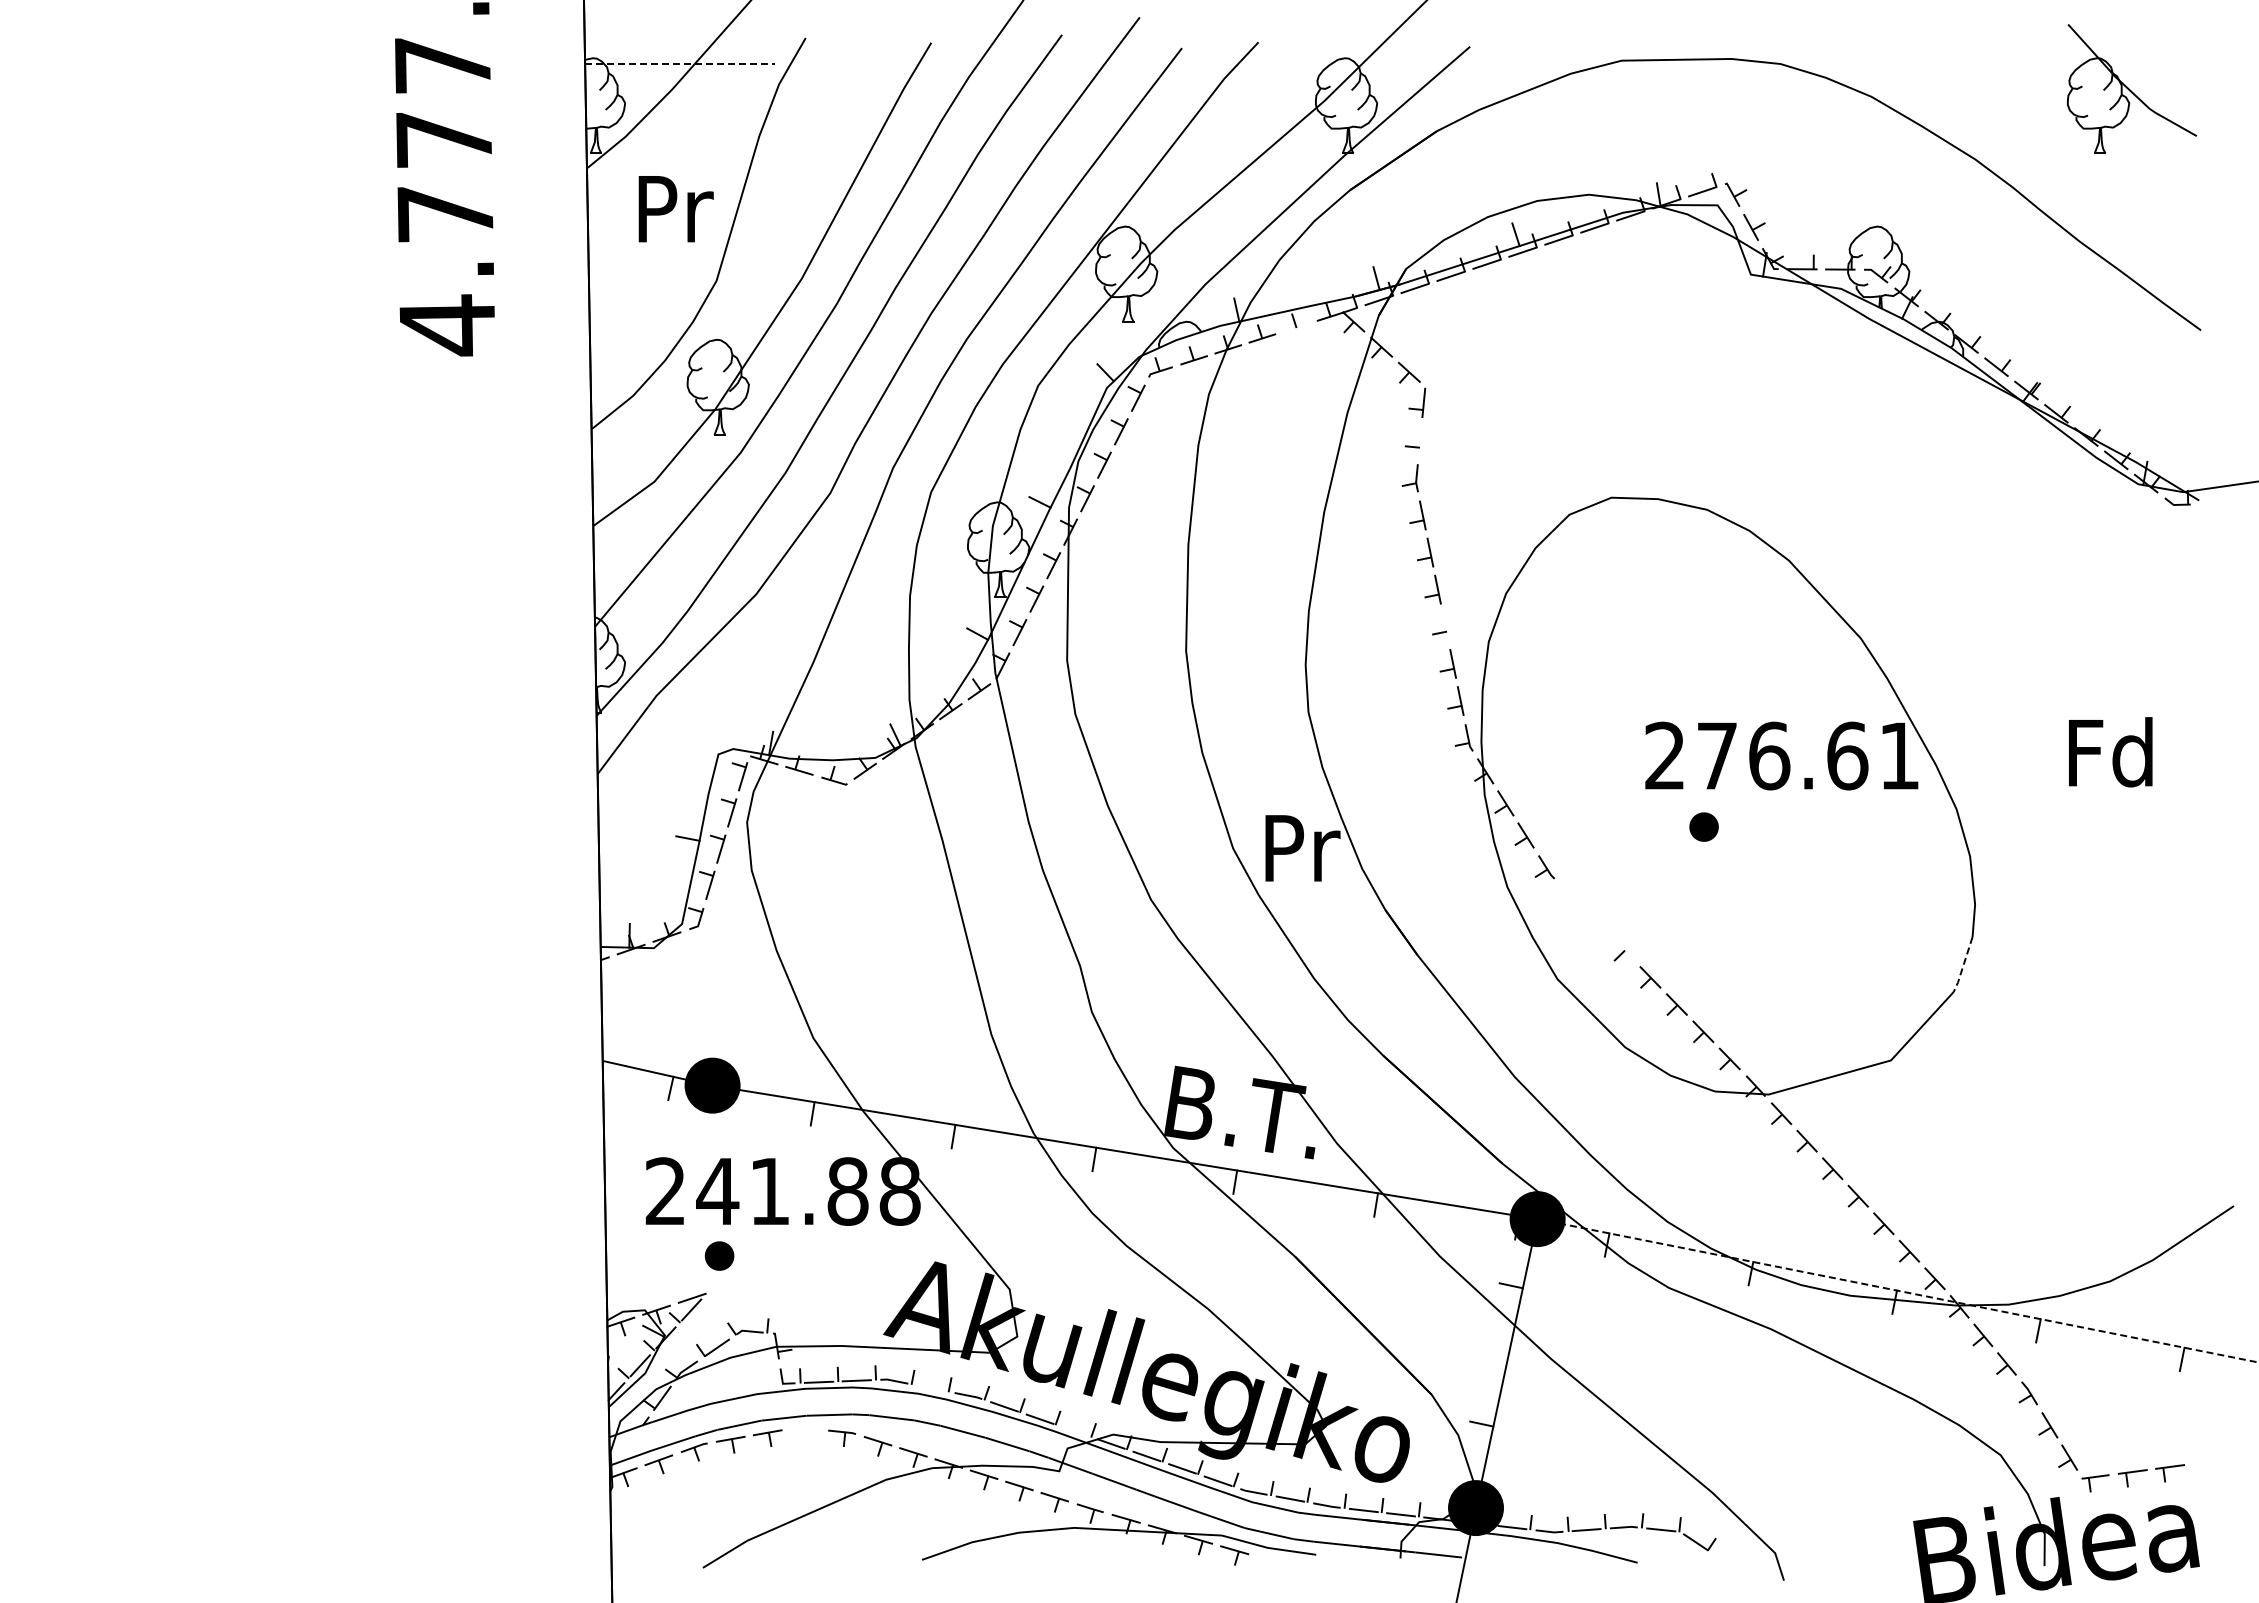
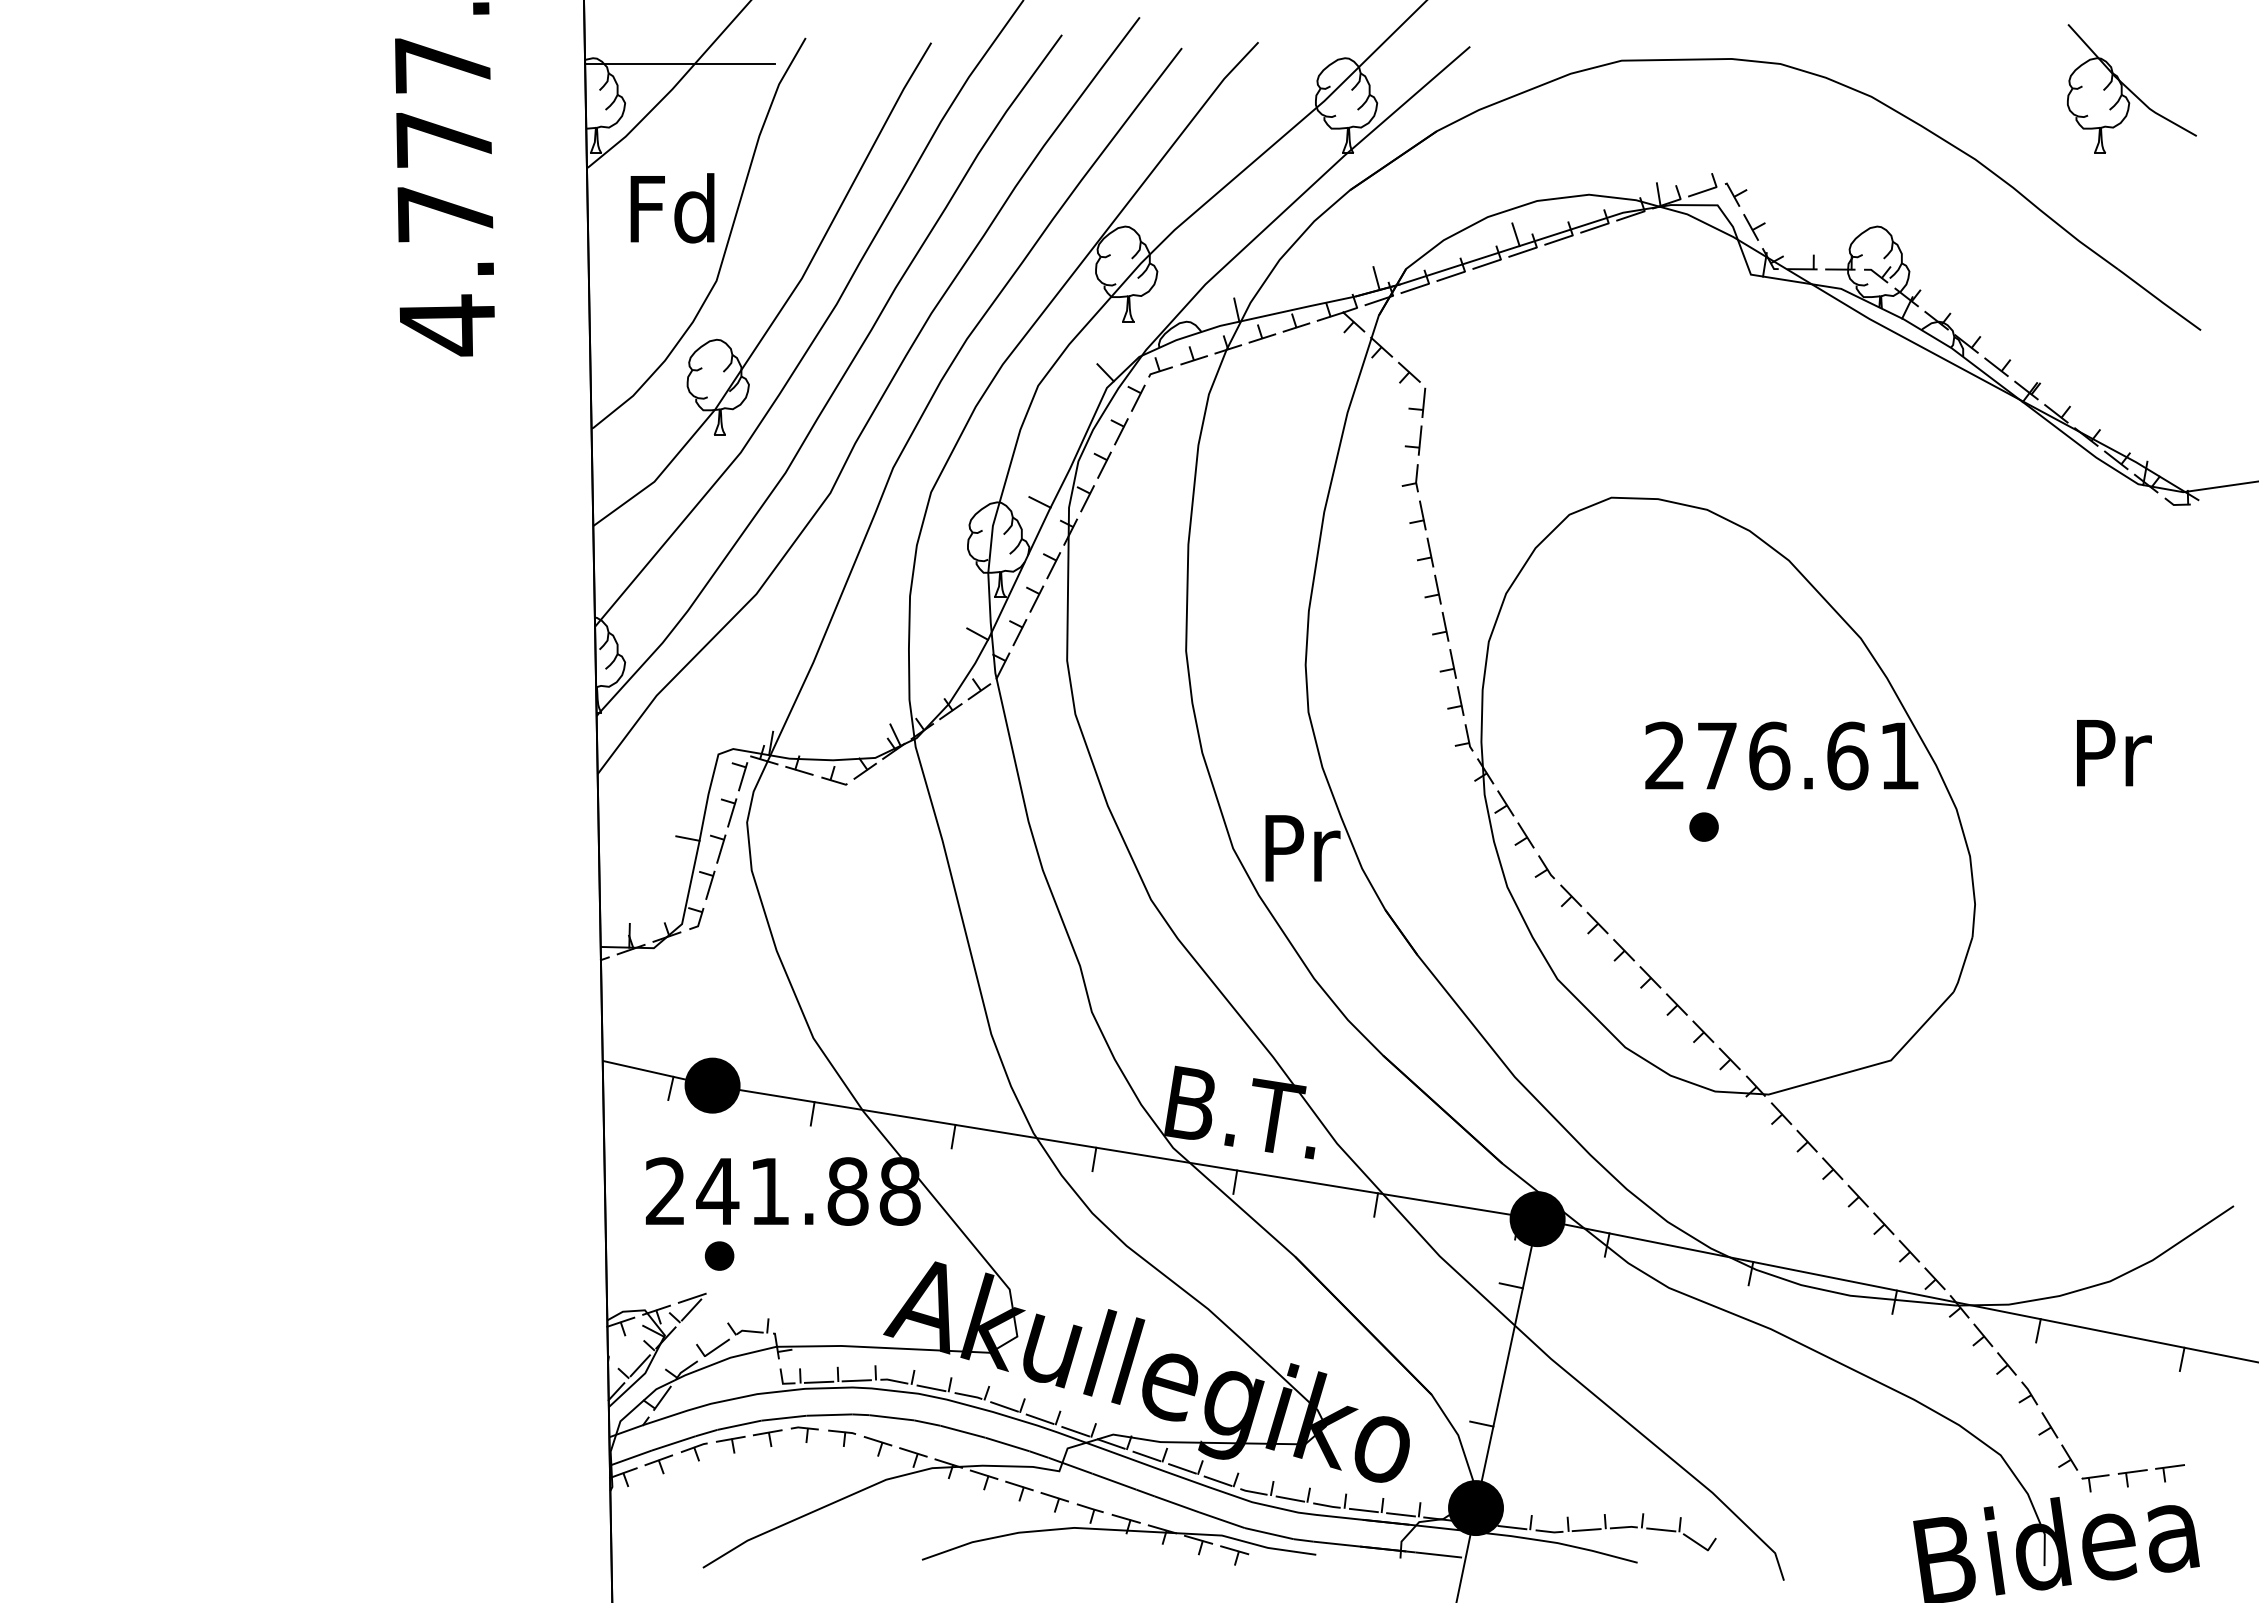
line at (679, 64): dashed -> solid
text at (672, 208): Pr -> Fd
line at (1296, 327): none -> present
line at (1419, 440): none -> present
line at (1445, 626): none -> present
text at (2110, 752): Fd -> Pr
part at (1584, 909): none -> present
line at (1623, 950): none -> present
line at (1963, 965): dashed -> solid
line at (1898, 1290): dashed -> solid
line at (931, 1388): none -> present
line at (1075, 1431): none -> present
part at (804, 1434): none -> present
